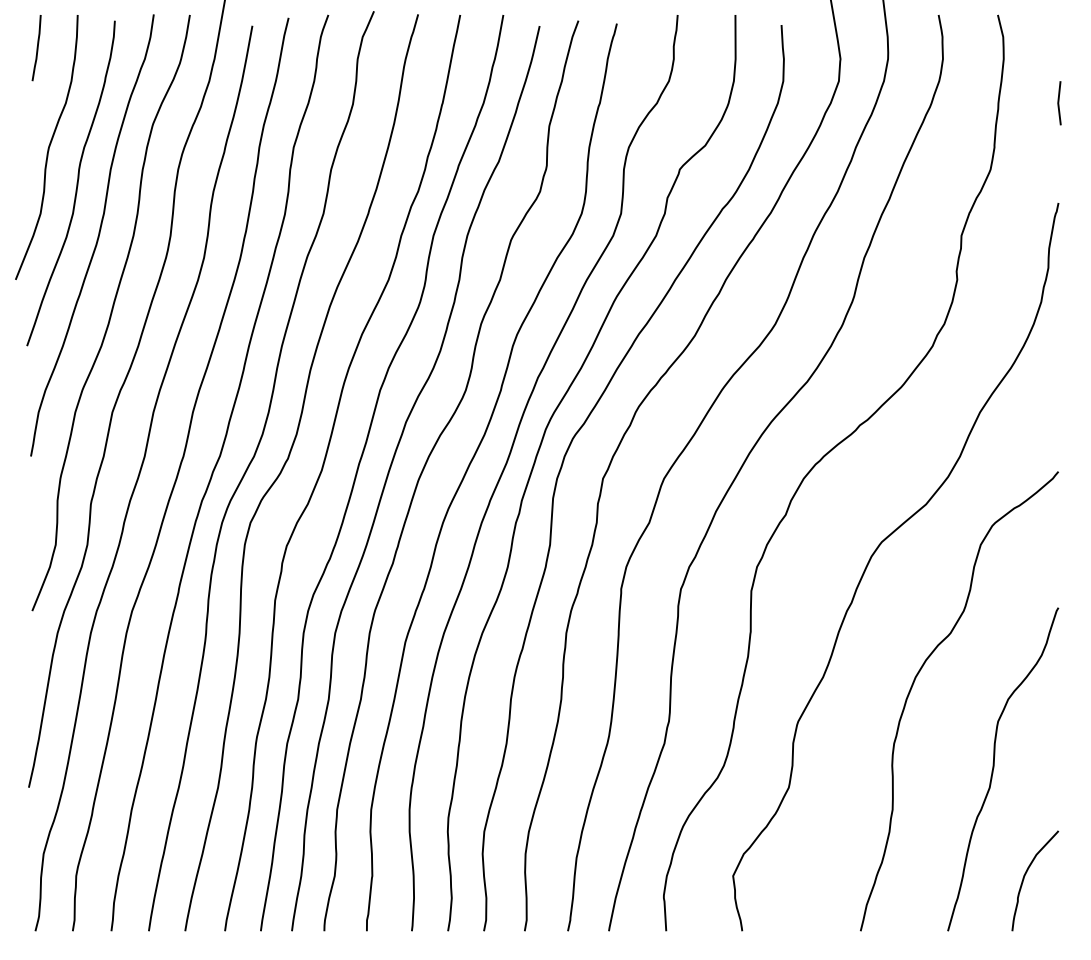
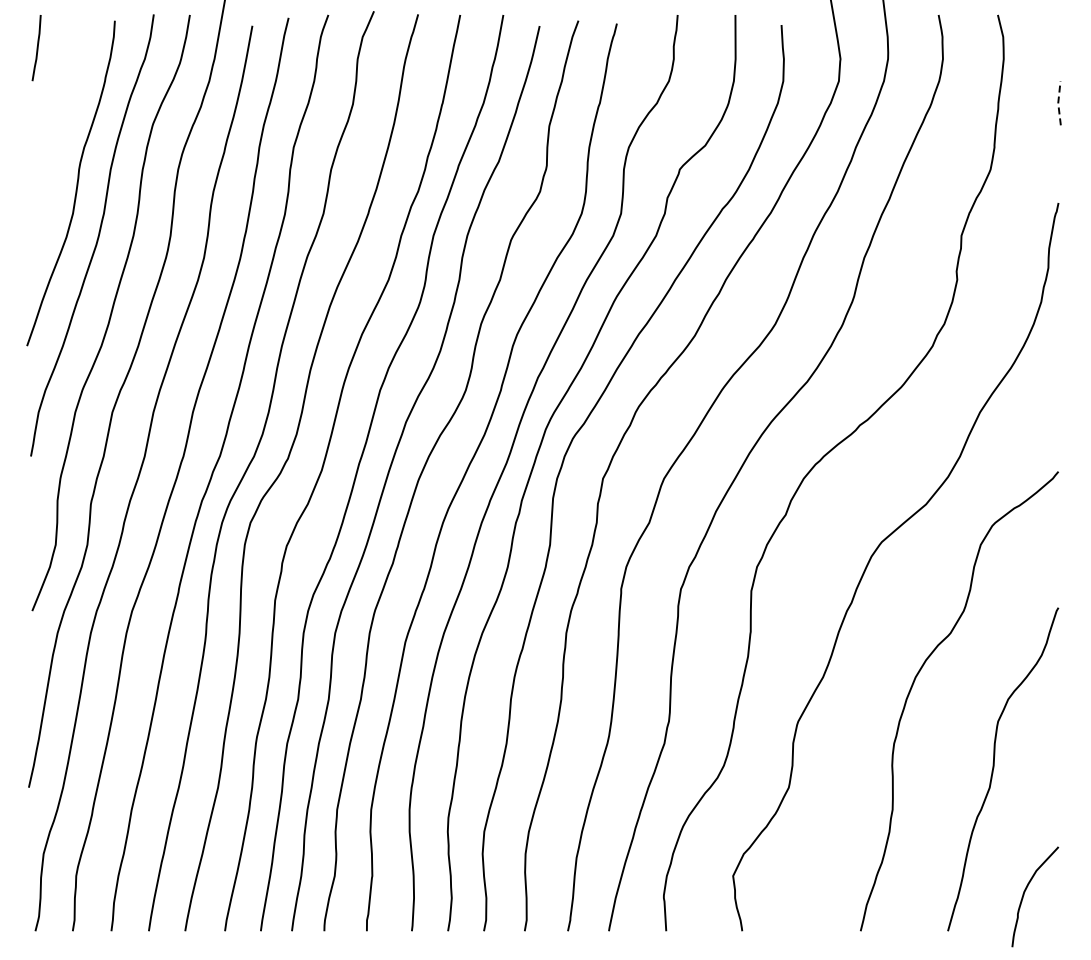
line at (1058, 103): solid -> dashed
curve at (47, 148): present -> none
curve at (1025, 876) position: (1025, 876) -> (1025, 892)
